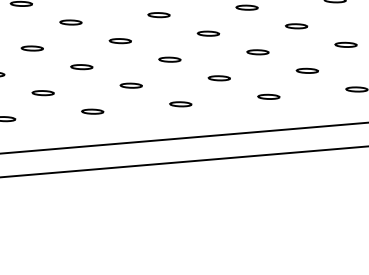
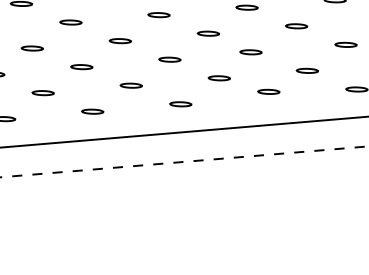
part at (257, 52) position: (257, 52) -> (250, 52)
part at (268, 96) position: (268, 96) -> (268, 91)
line at (183, 137) position: (183, 137) -> (183, 131)
line at (185, 161): solid -> dashed
